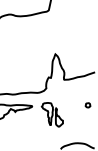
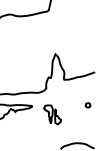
part at (51, 114) size: 24x26 px -> 19x22 px
